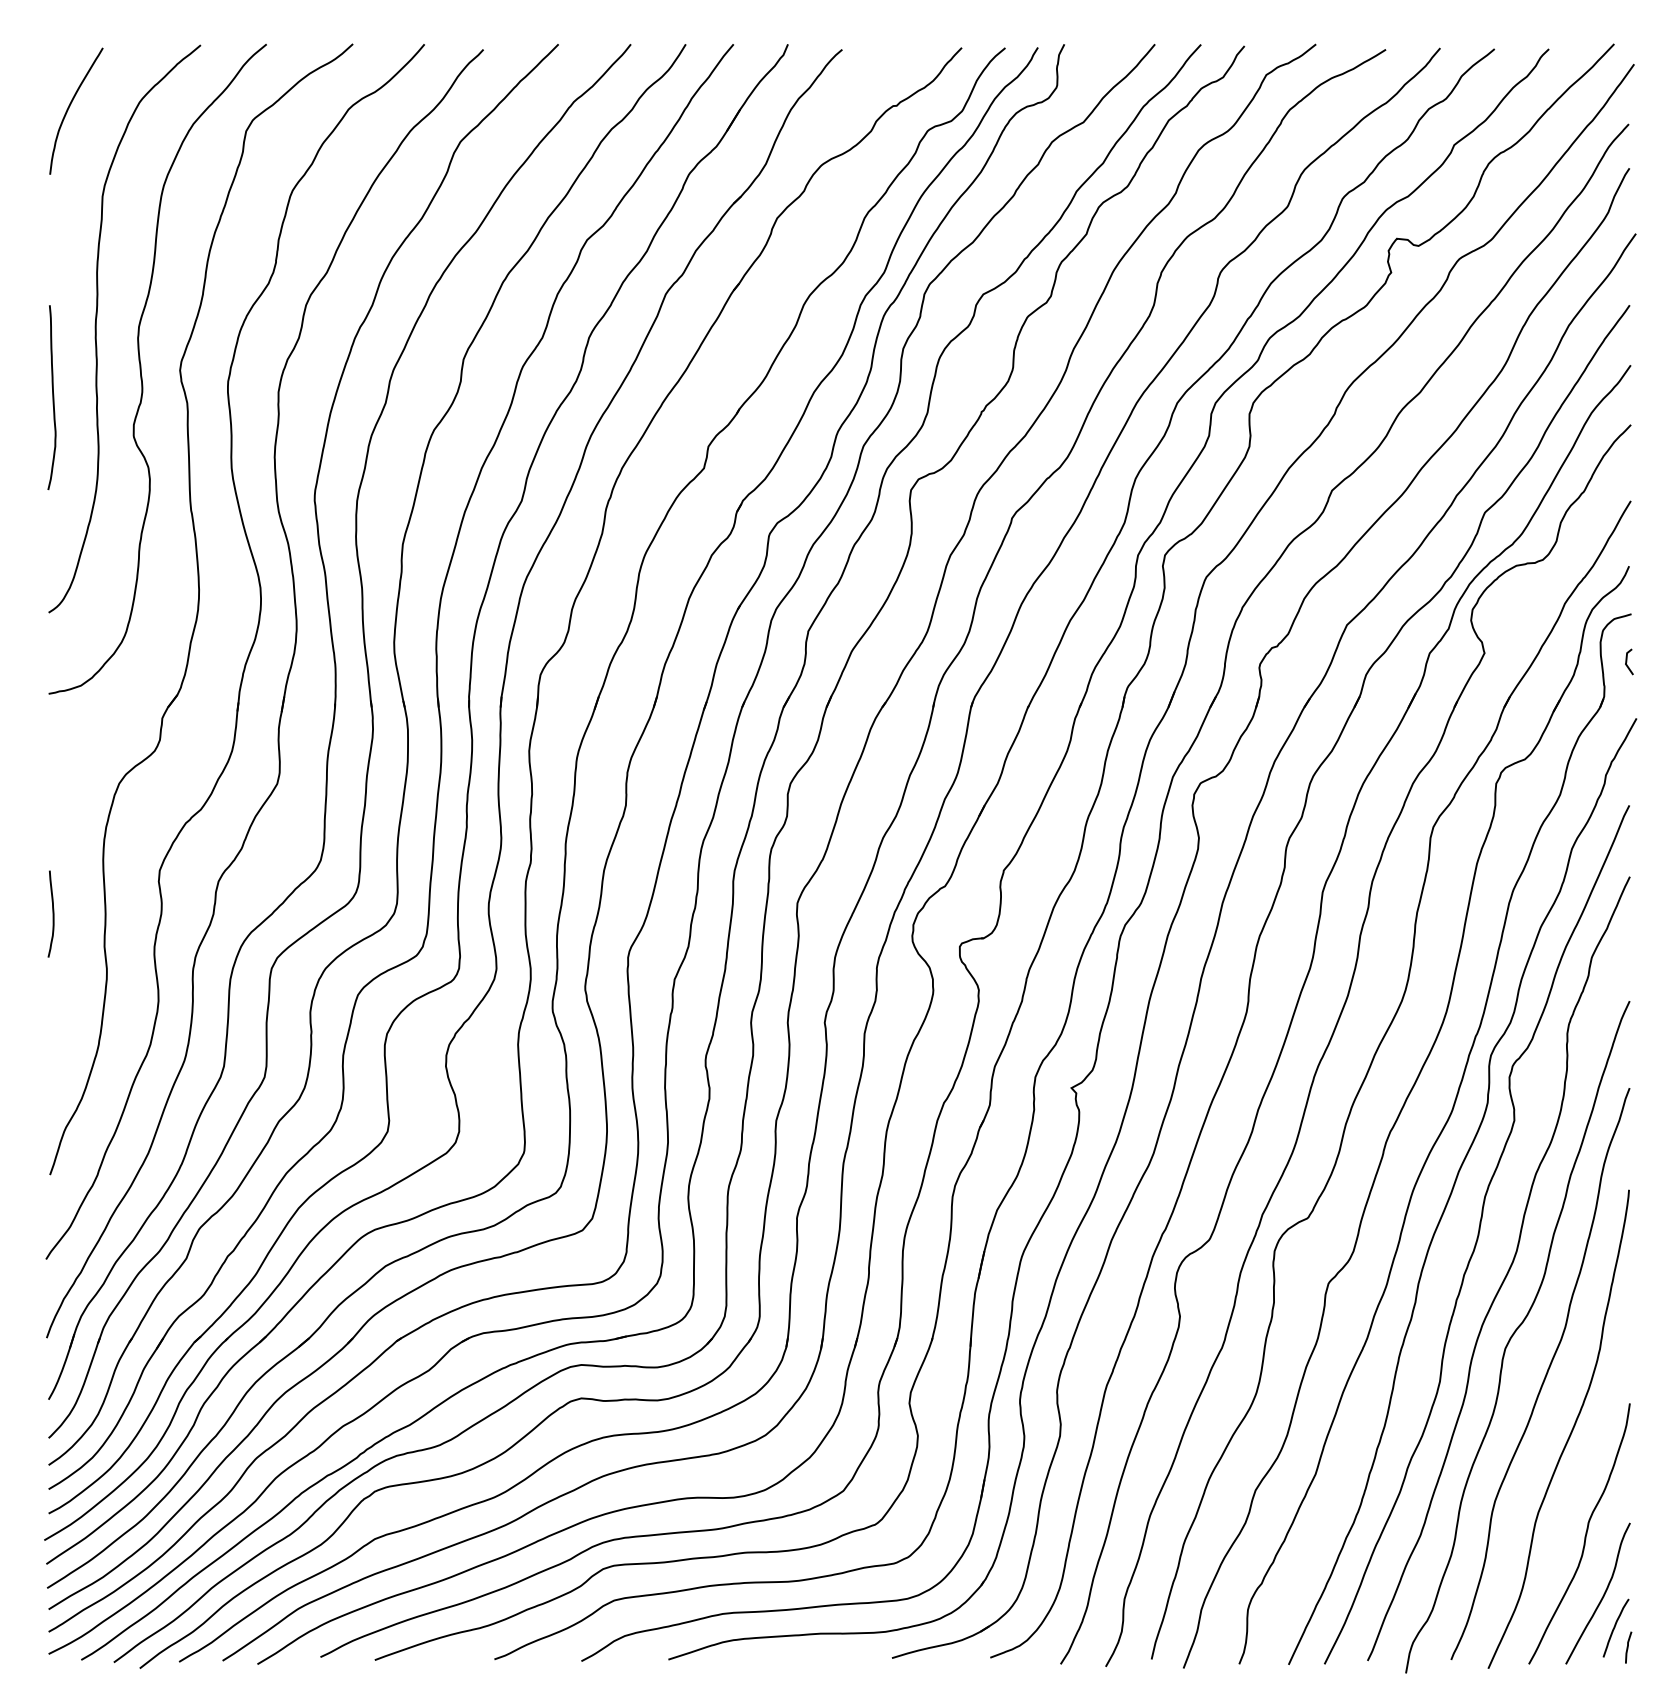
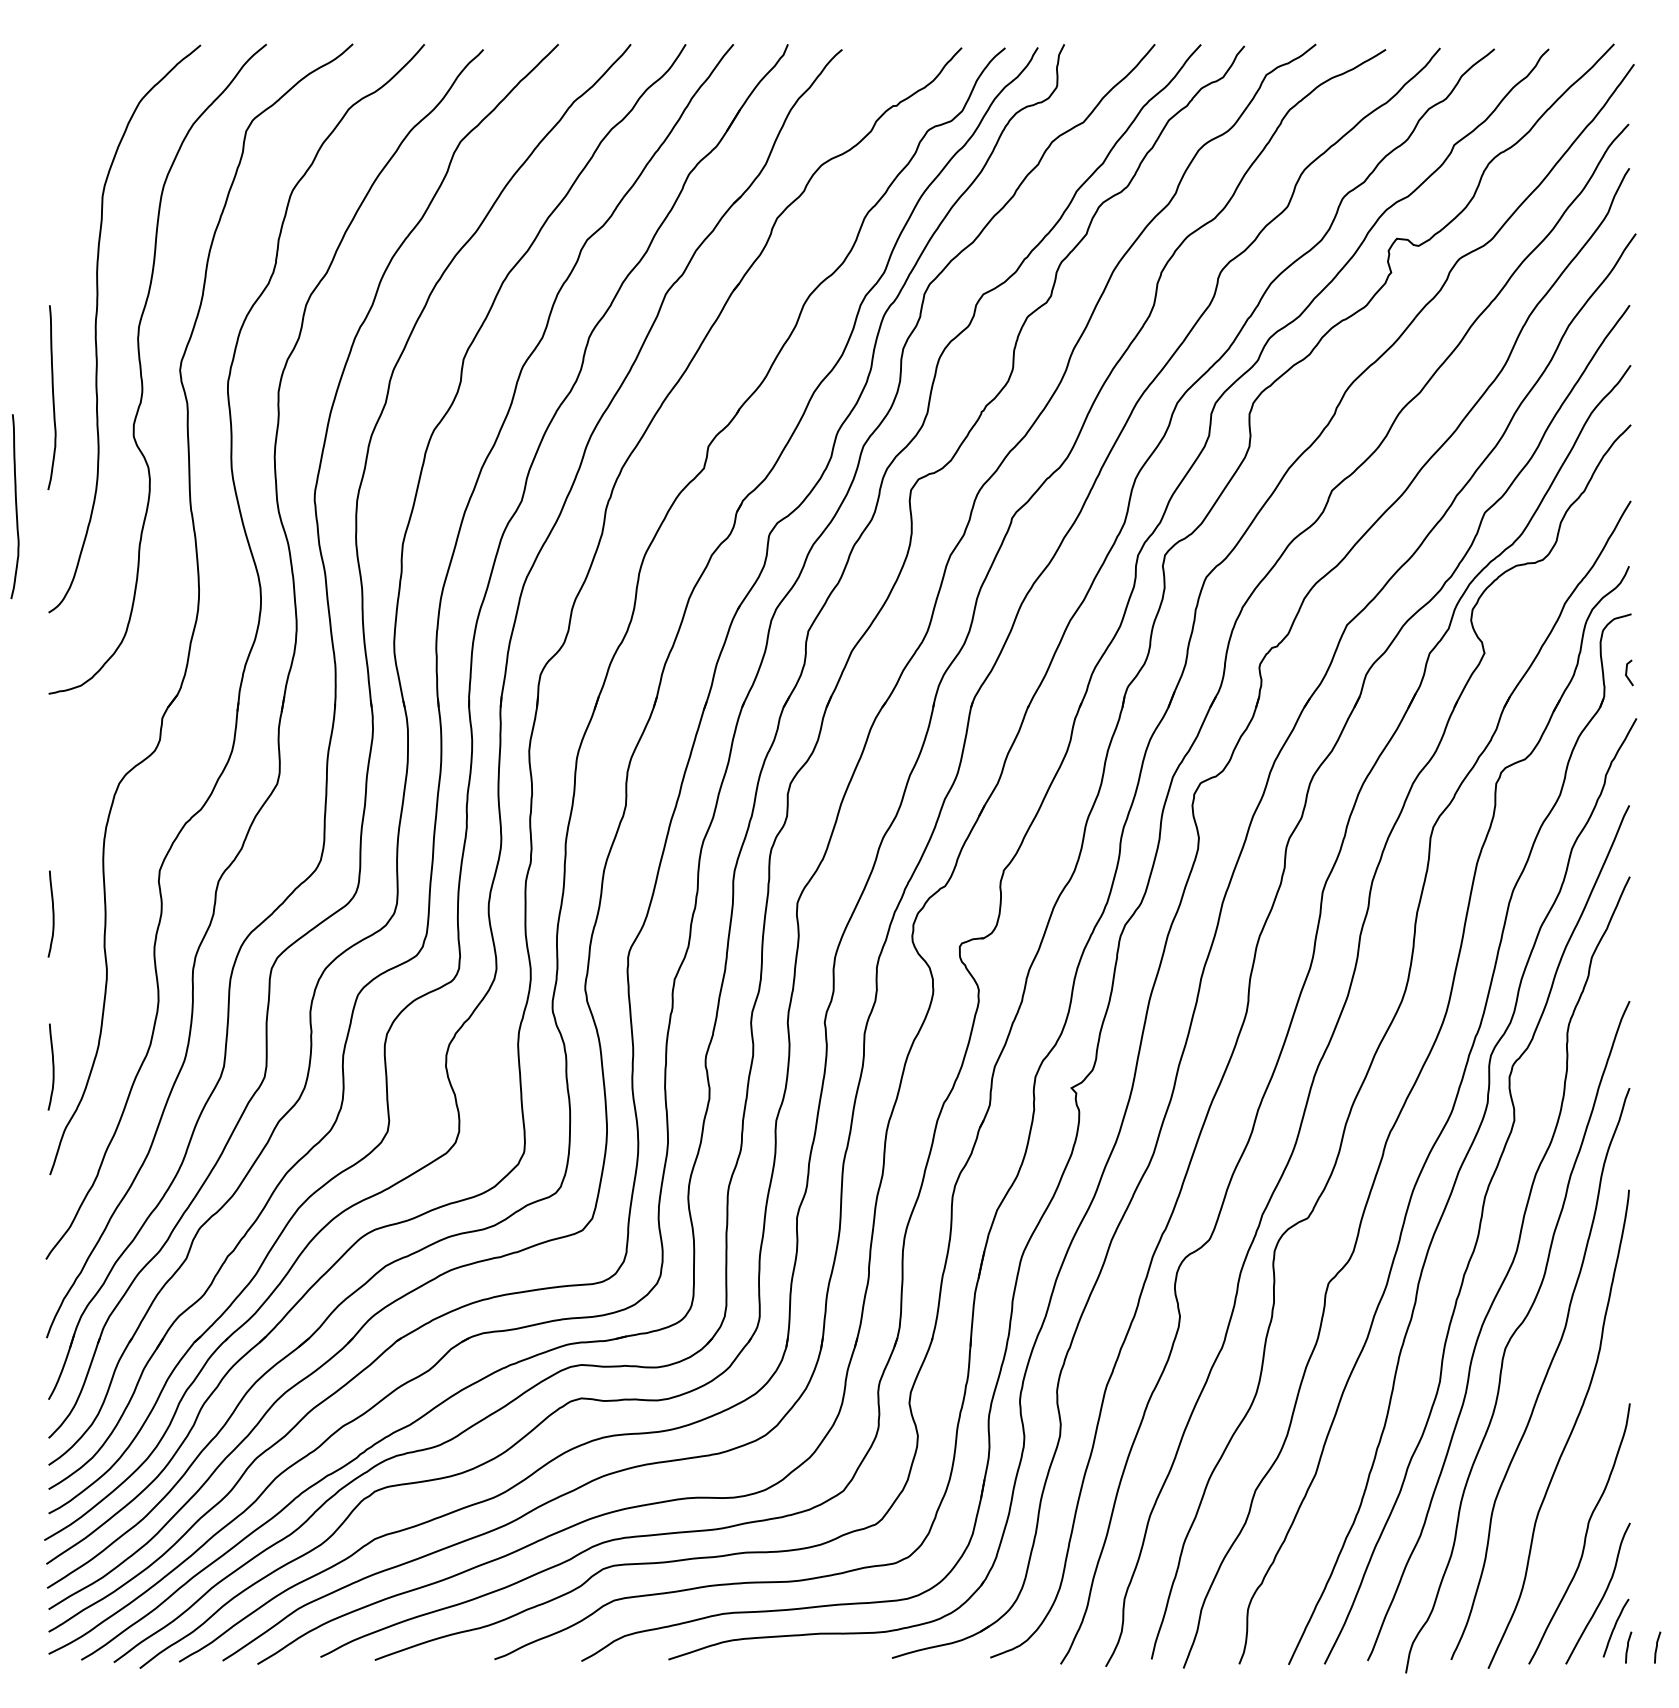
curve at (70, 106): present -> none
curve at (15, 506): none -> present
line at (1627, 661) position: (1627, 661) -> (1627, 672)
curve at (52, 1066): none -> present
line at (1657, 1647): none -> present
